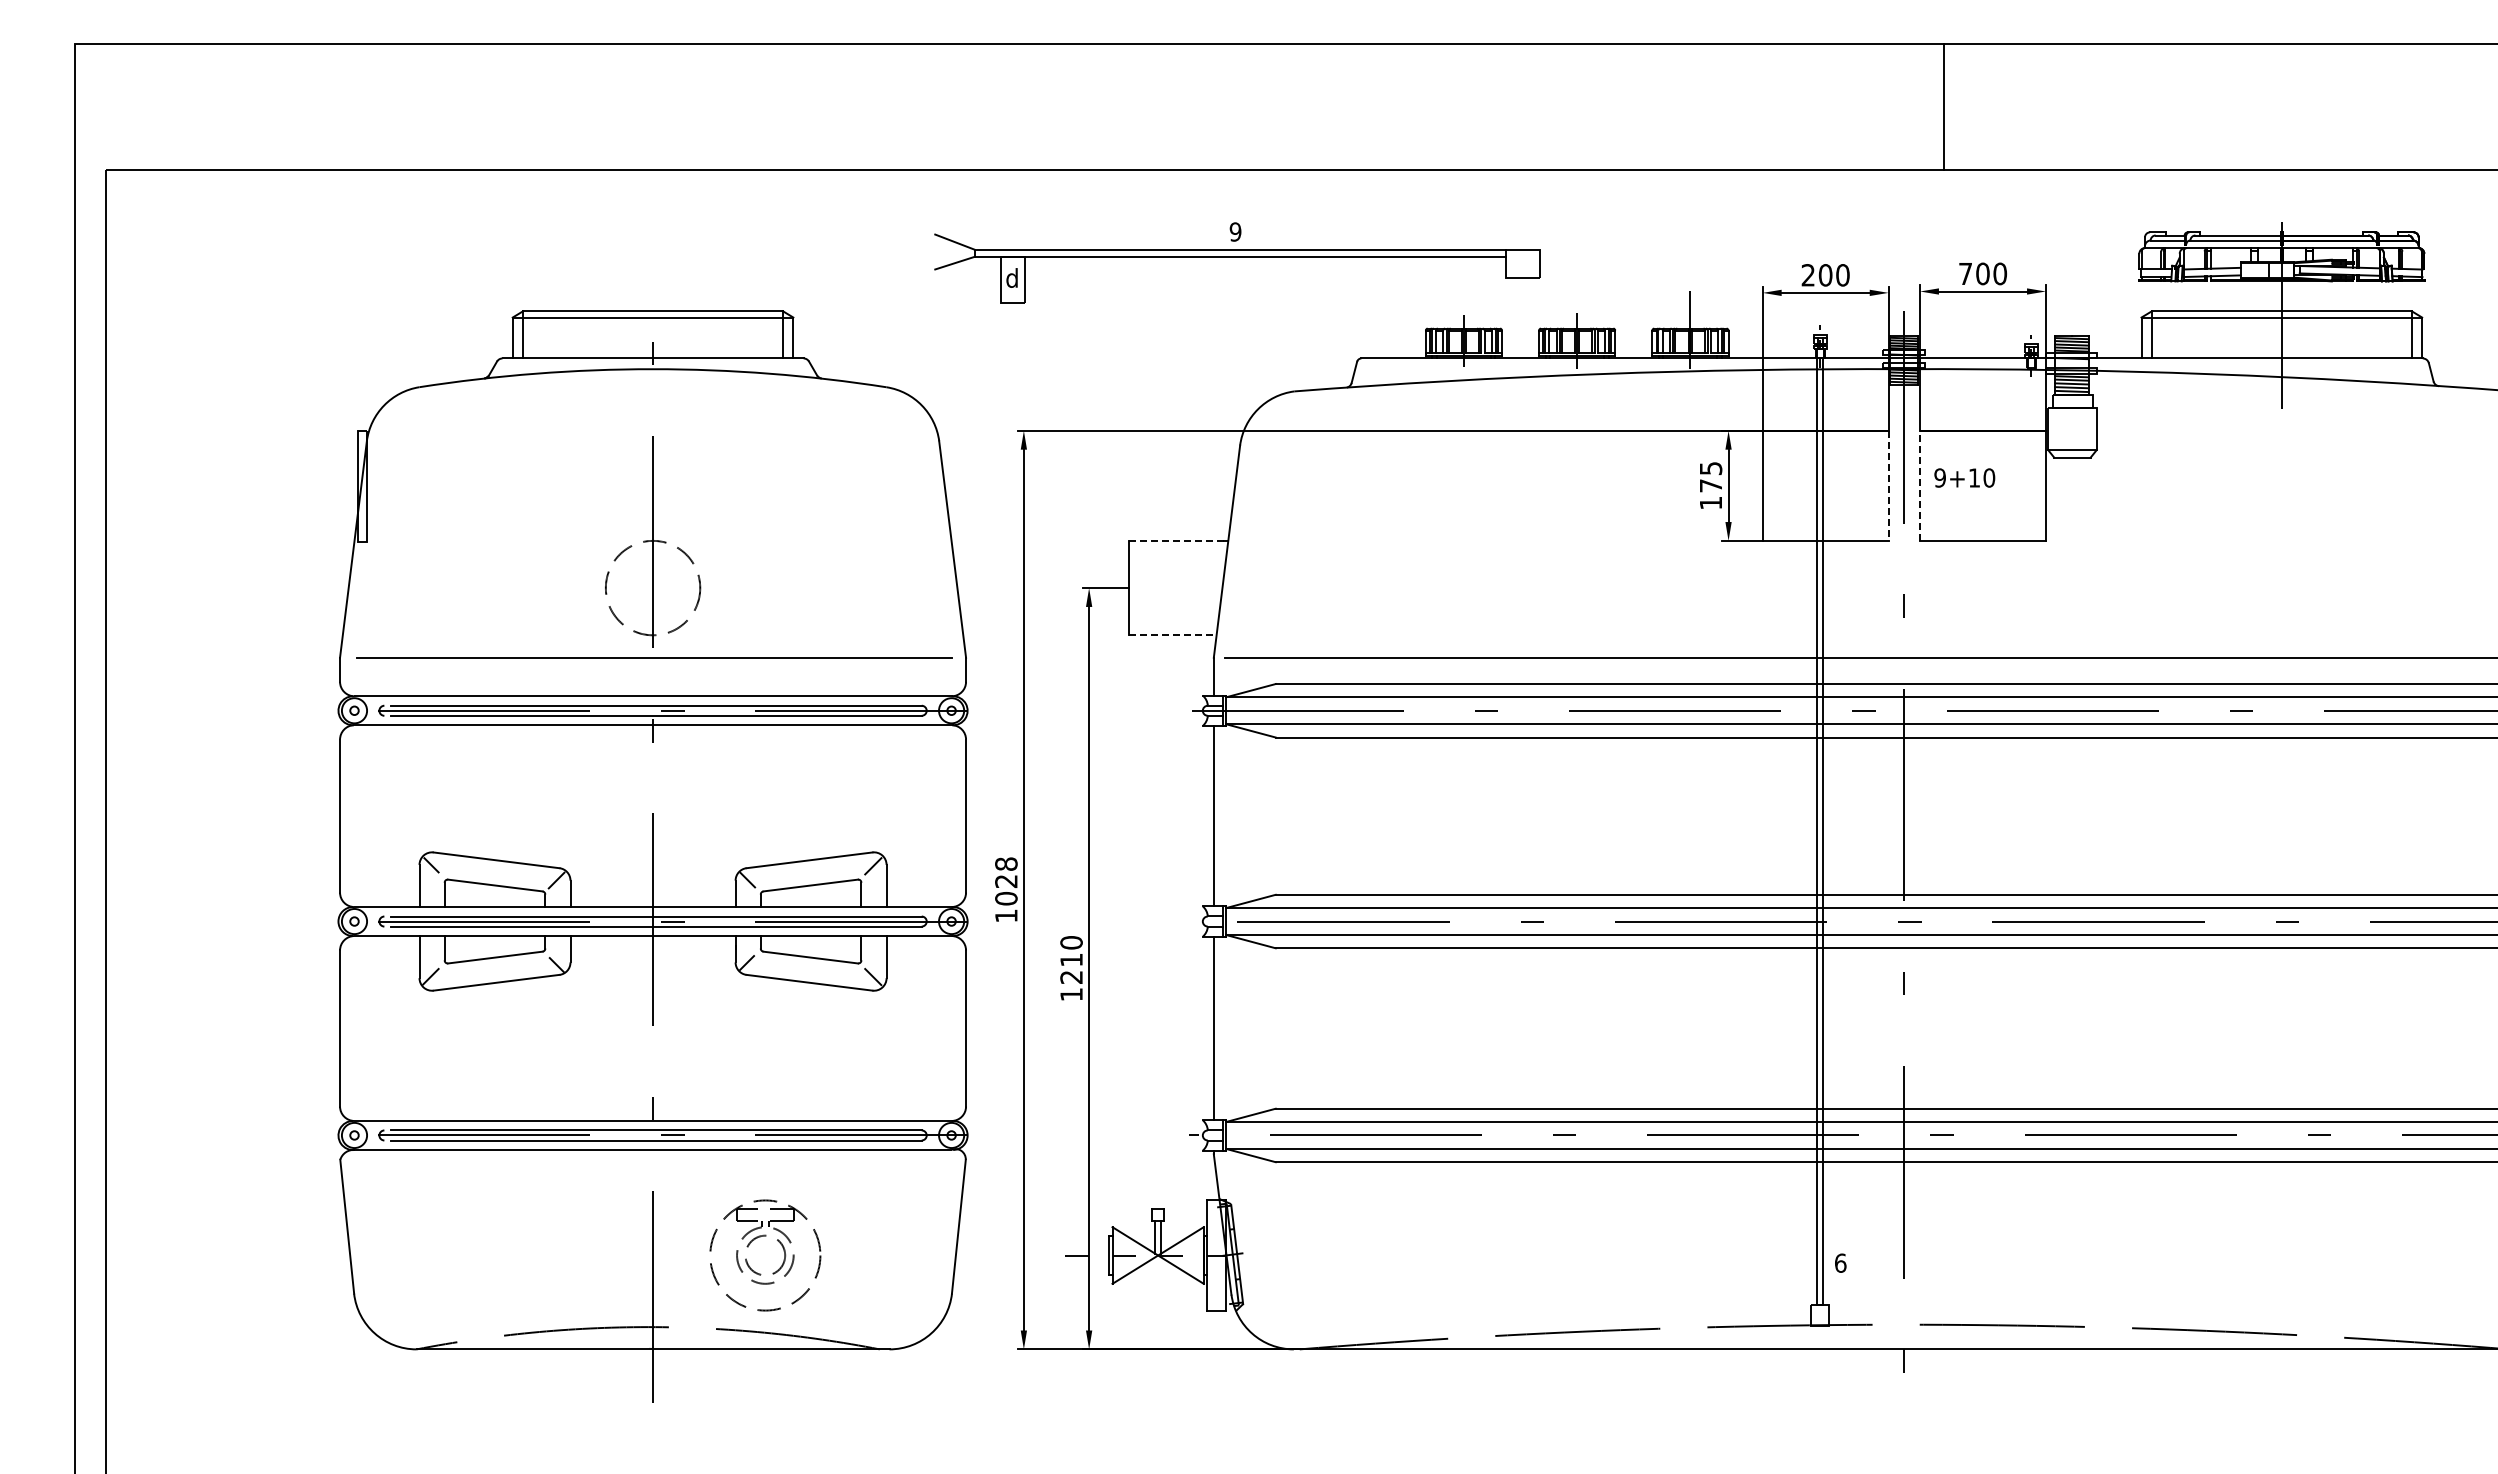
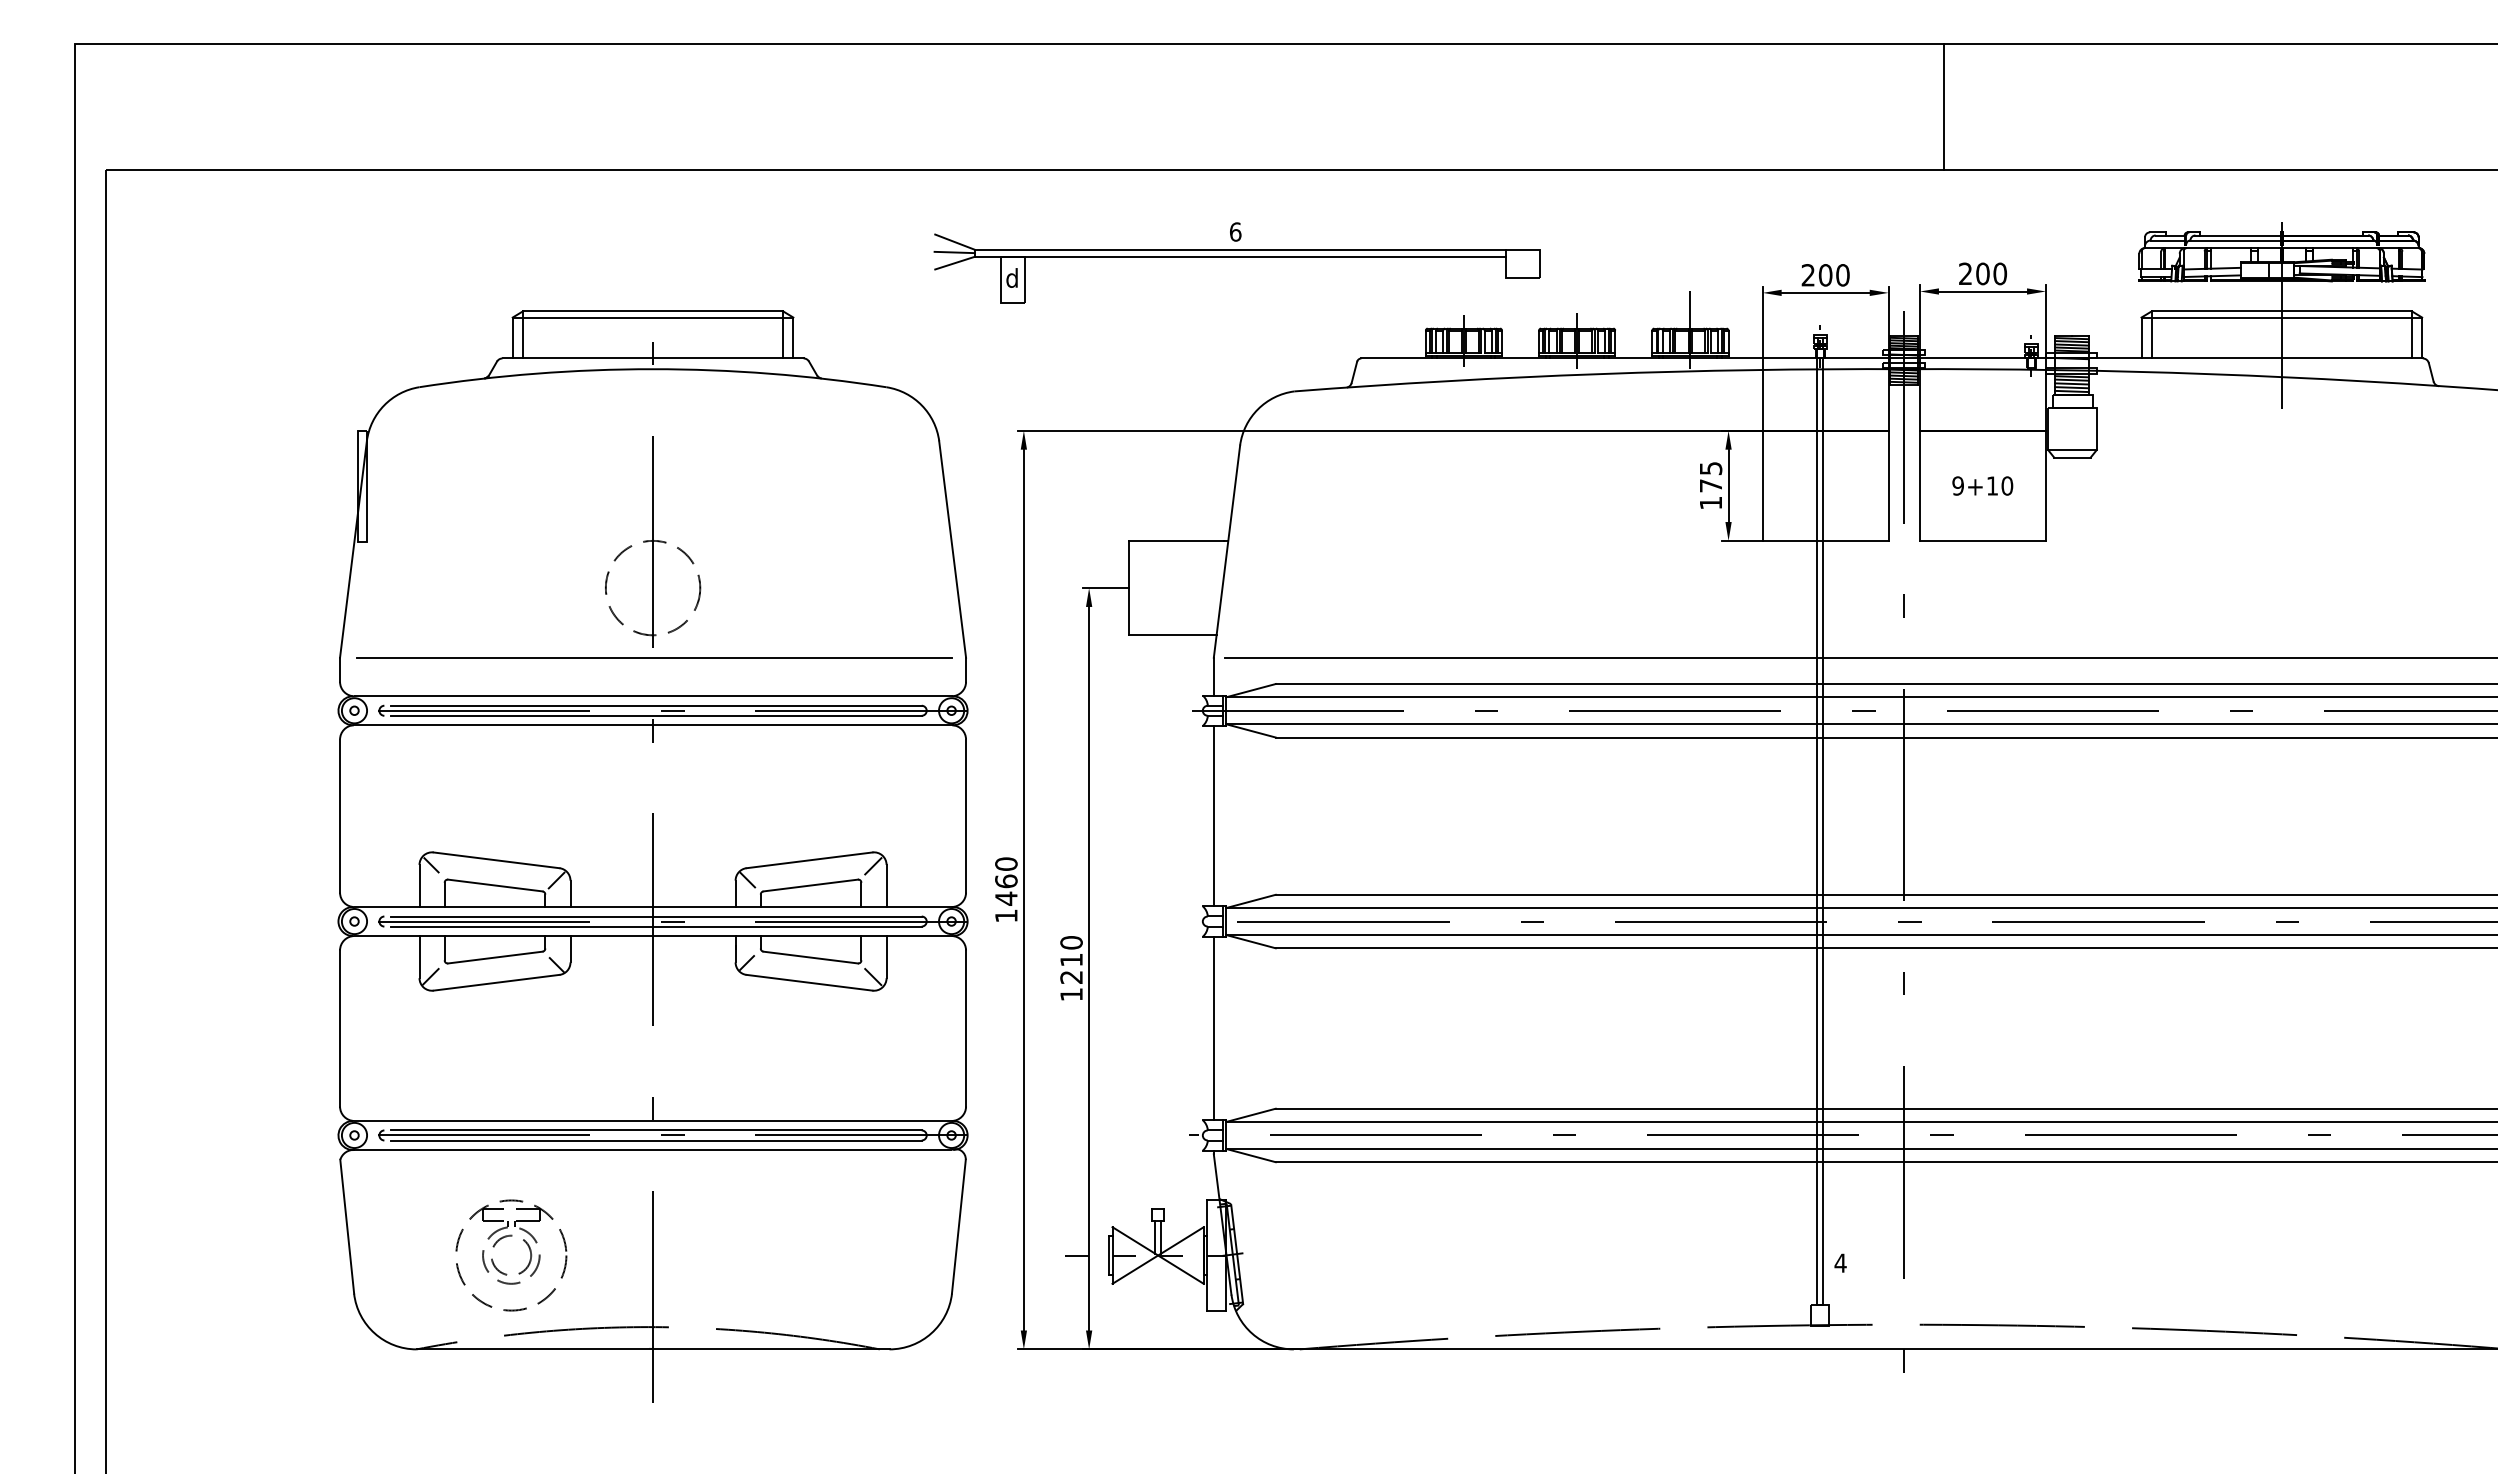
text at (1235, 231): 9 -> 6
line at (954, 252): none -> present
text at (1965, 273): 700 -> 200
text at (1964, 477) position: (1964, 477) -> (1982, 485)
line at (1920, 485): dashed -> solid
line at (1888, 486): dashed -> solid
line at (1176, 540): dashed -> solid
line at (1172, 635): dashed -> solid
text at (1006, 881): 1028 -> 1460
part at (778, 1242) position: (778, 1242) -> (524, 1242)
text at (1840, 1262): 6 -> 4
